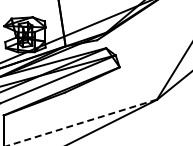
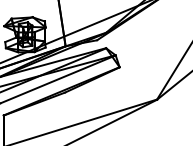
line at (81, 122): dashed -> solid
